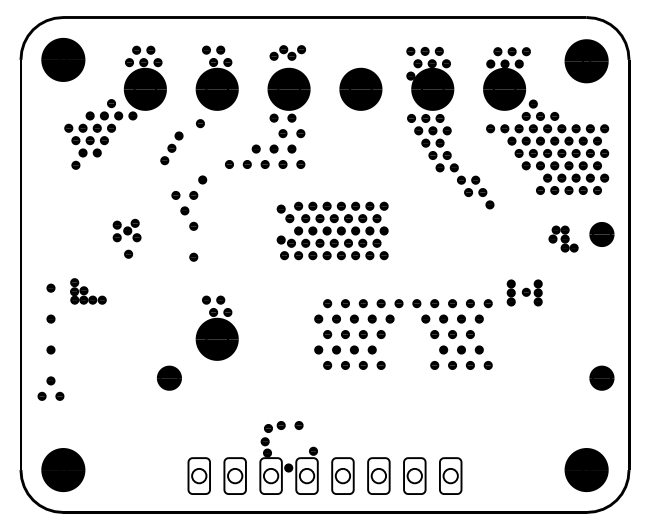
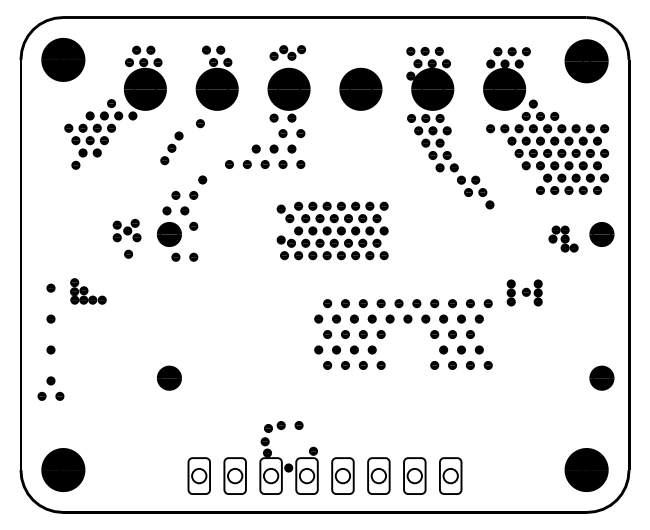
part at (168, 233): none -> present
part at (407, 318): none -> present
part at (216, 327): present -> none
